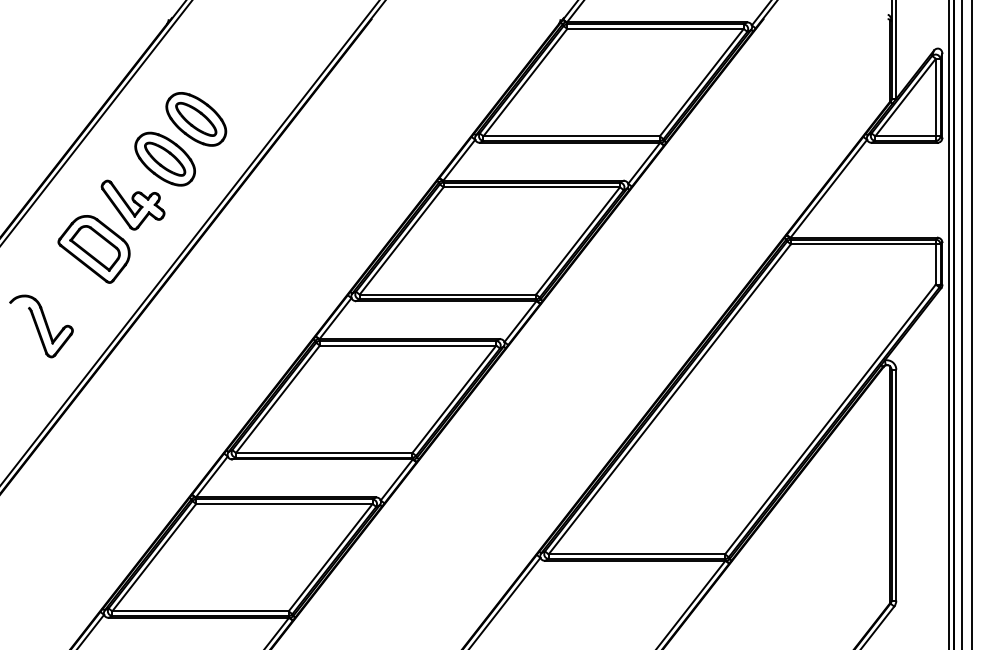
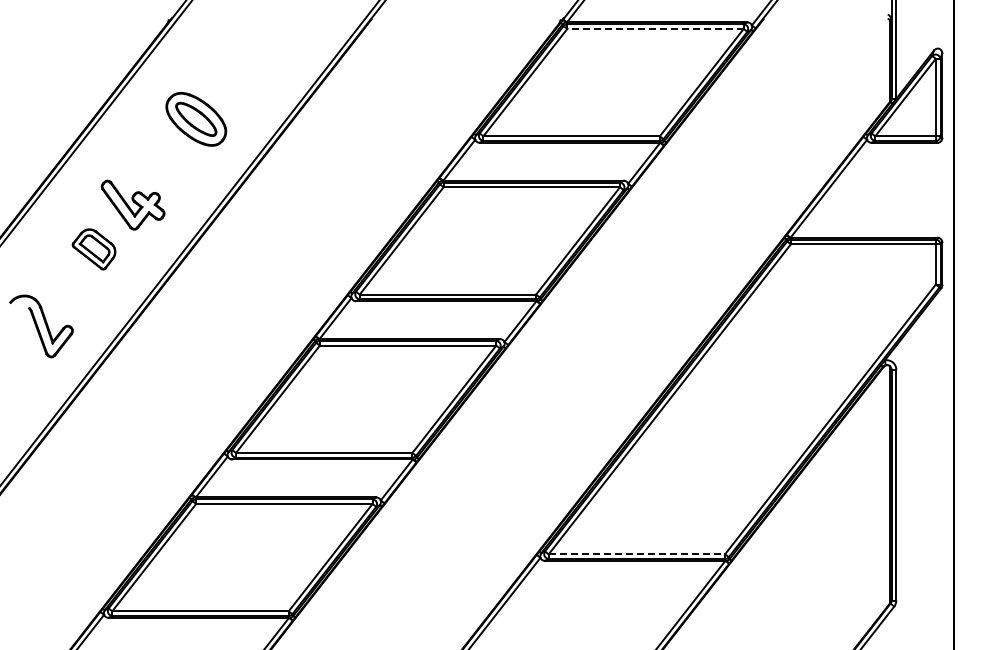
line at (655, 28): solid -> dashed
part at (164, 158): present -> none
part at (93, 249) size: 74x69 px -> 46x43 px
line at (949, 324): present -> none
line at (962, 324): present -> none
line at (971, 324): present -> none
line at (637, 554): solid -> dashed
